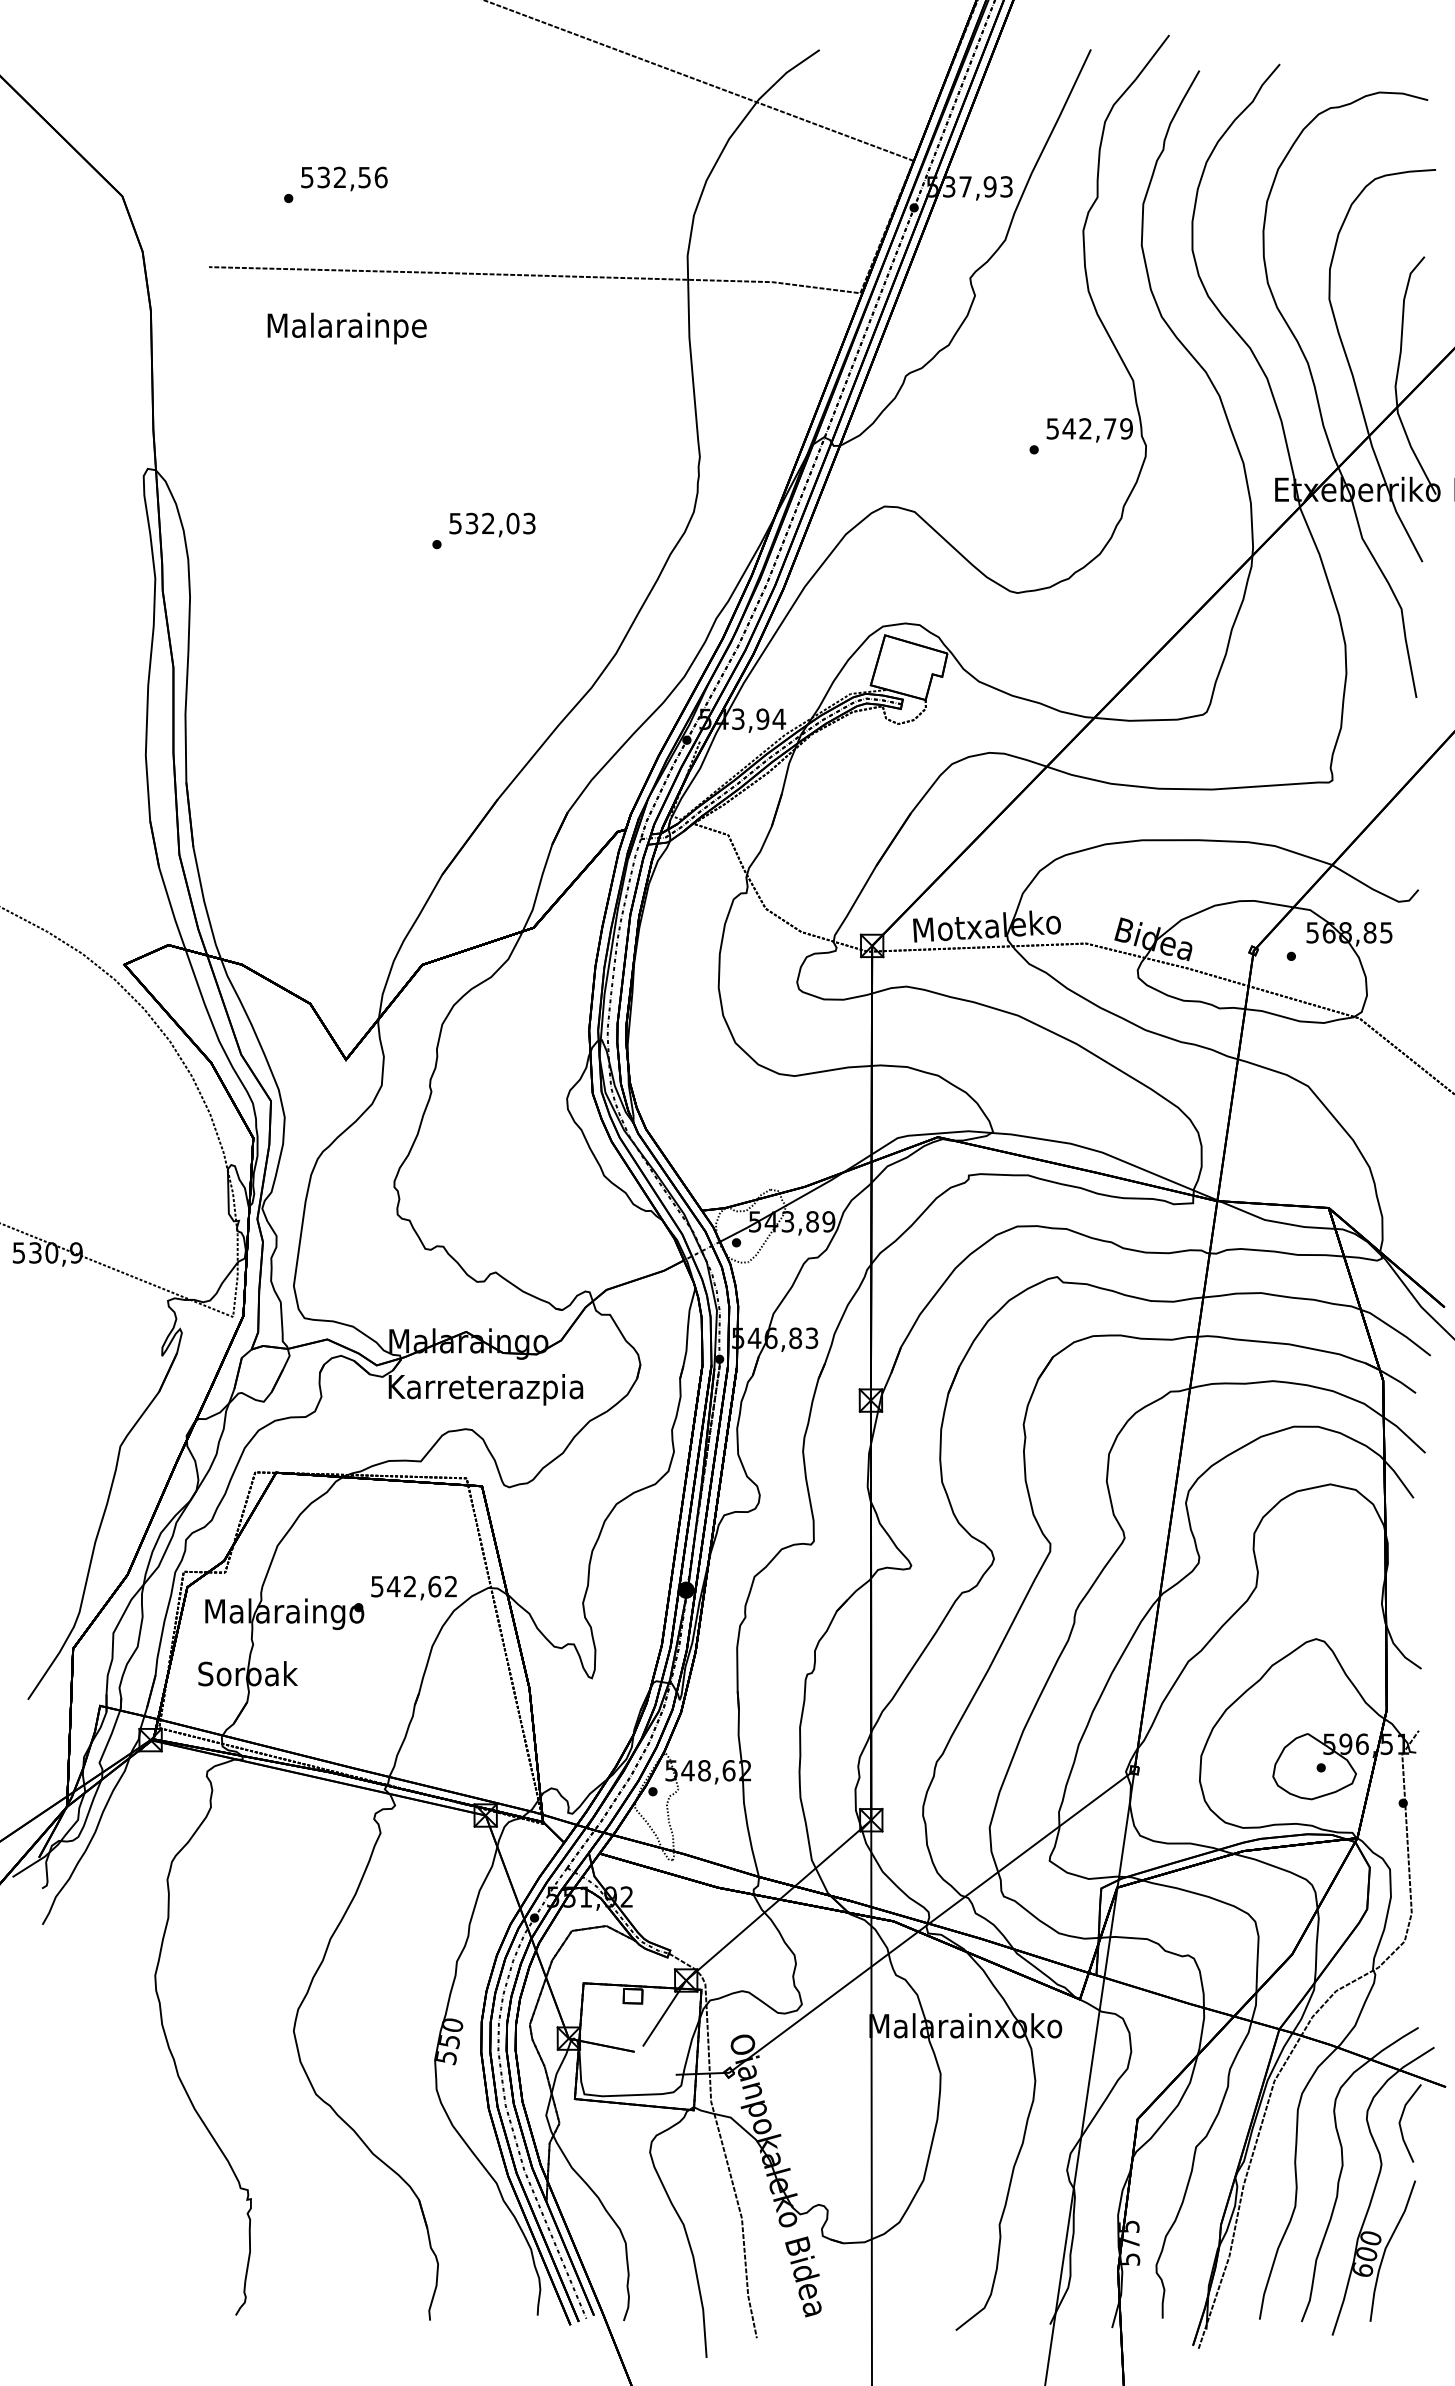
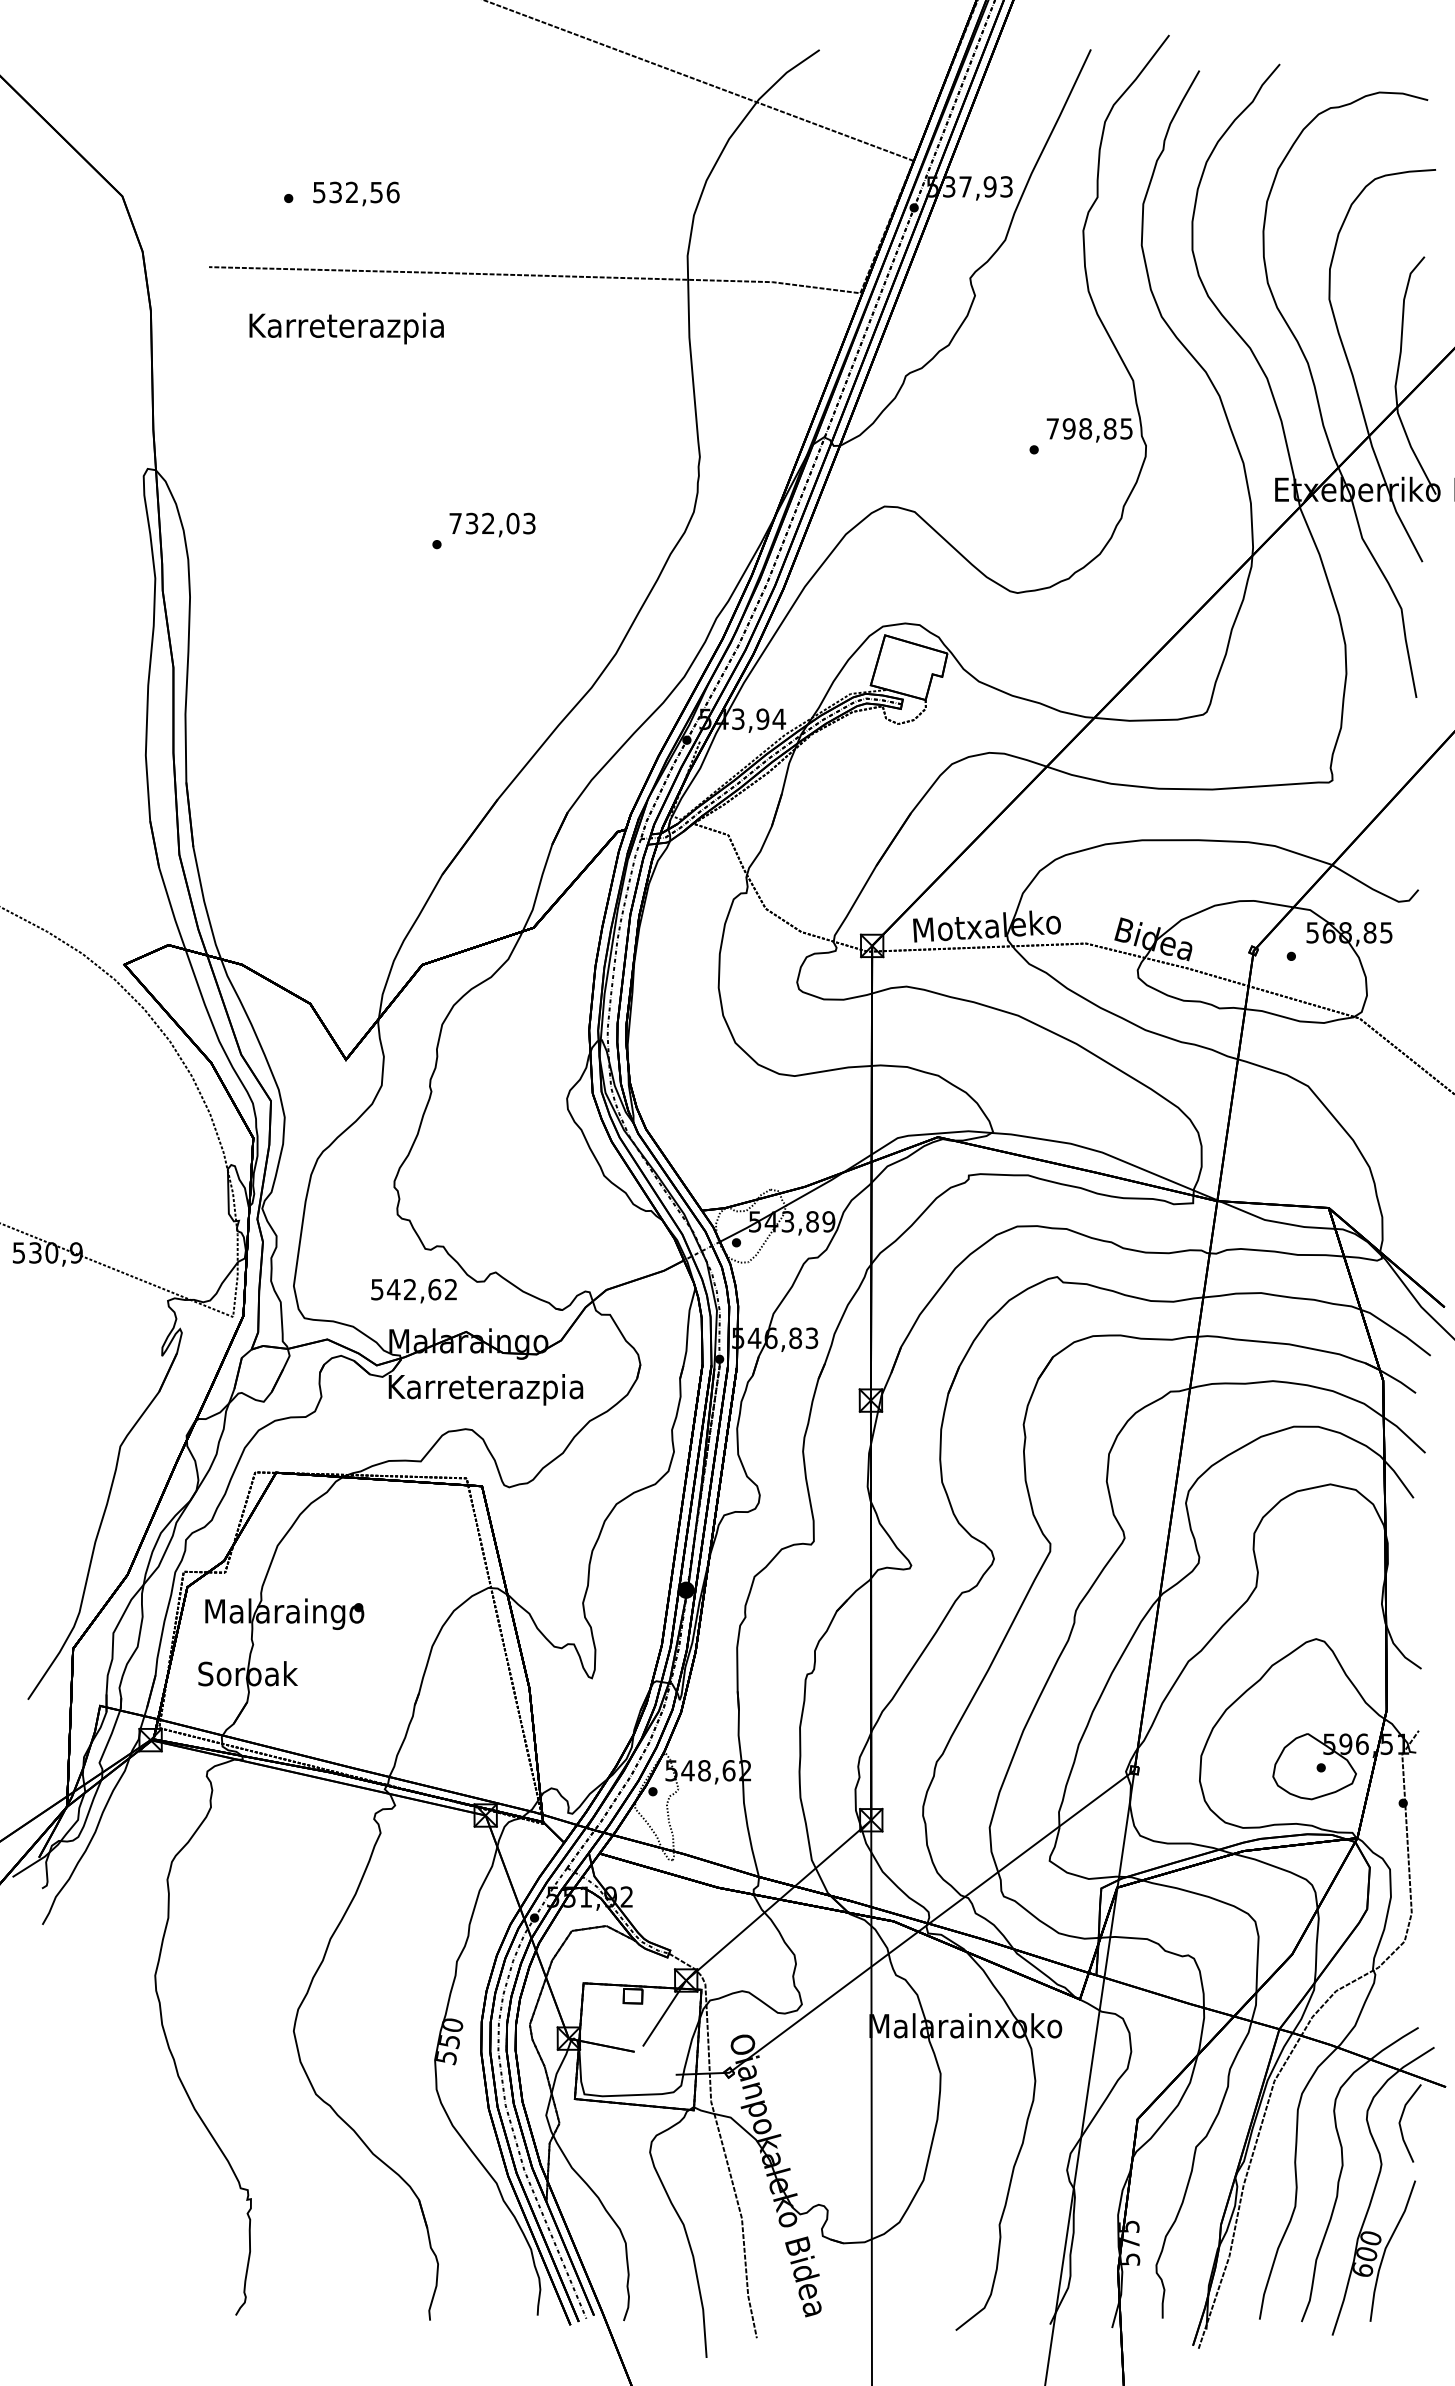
text at (344, 178) position: (344, 178) -> (356, 193)
text at (346, 328): Malarainpe -> Karreterazpia
text at (1089, 428): 542,79 -> 798,85
text at (455, 523): 532,03 -> 732,03
text at (413, 1588) position: (413, 1588) -> (413, 1291)
